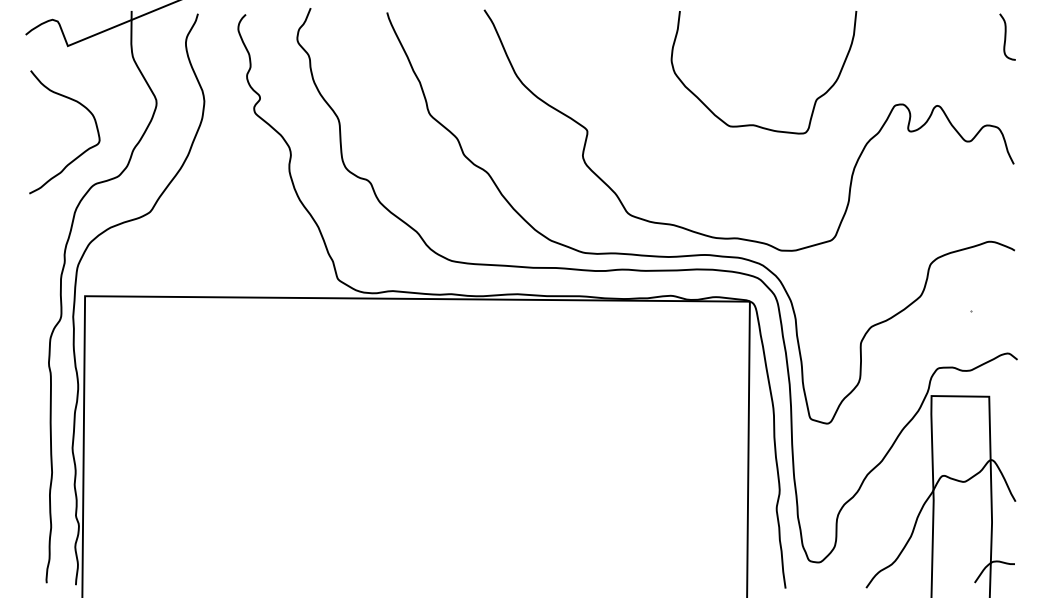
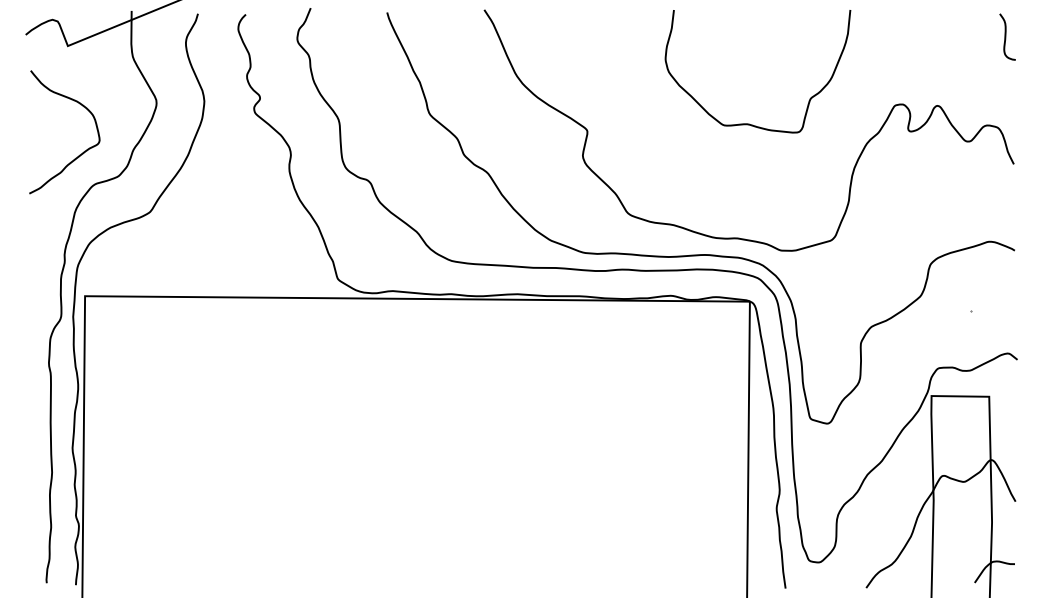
curve at (755, 124) position: (755, 124) -> (749, 123)
